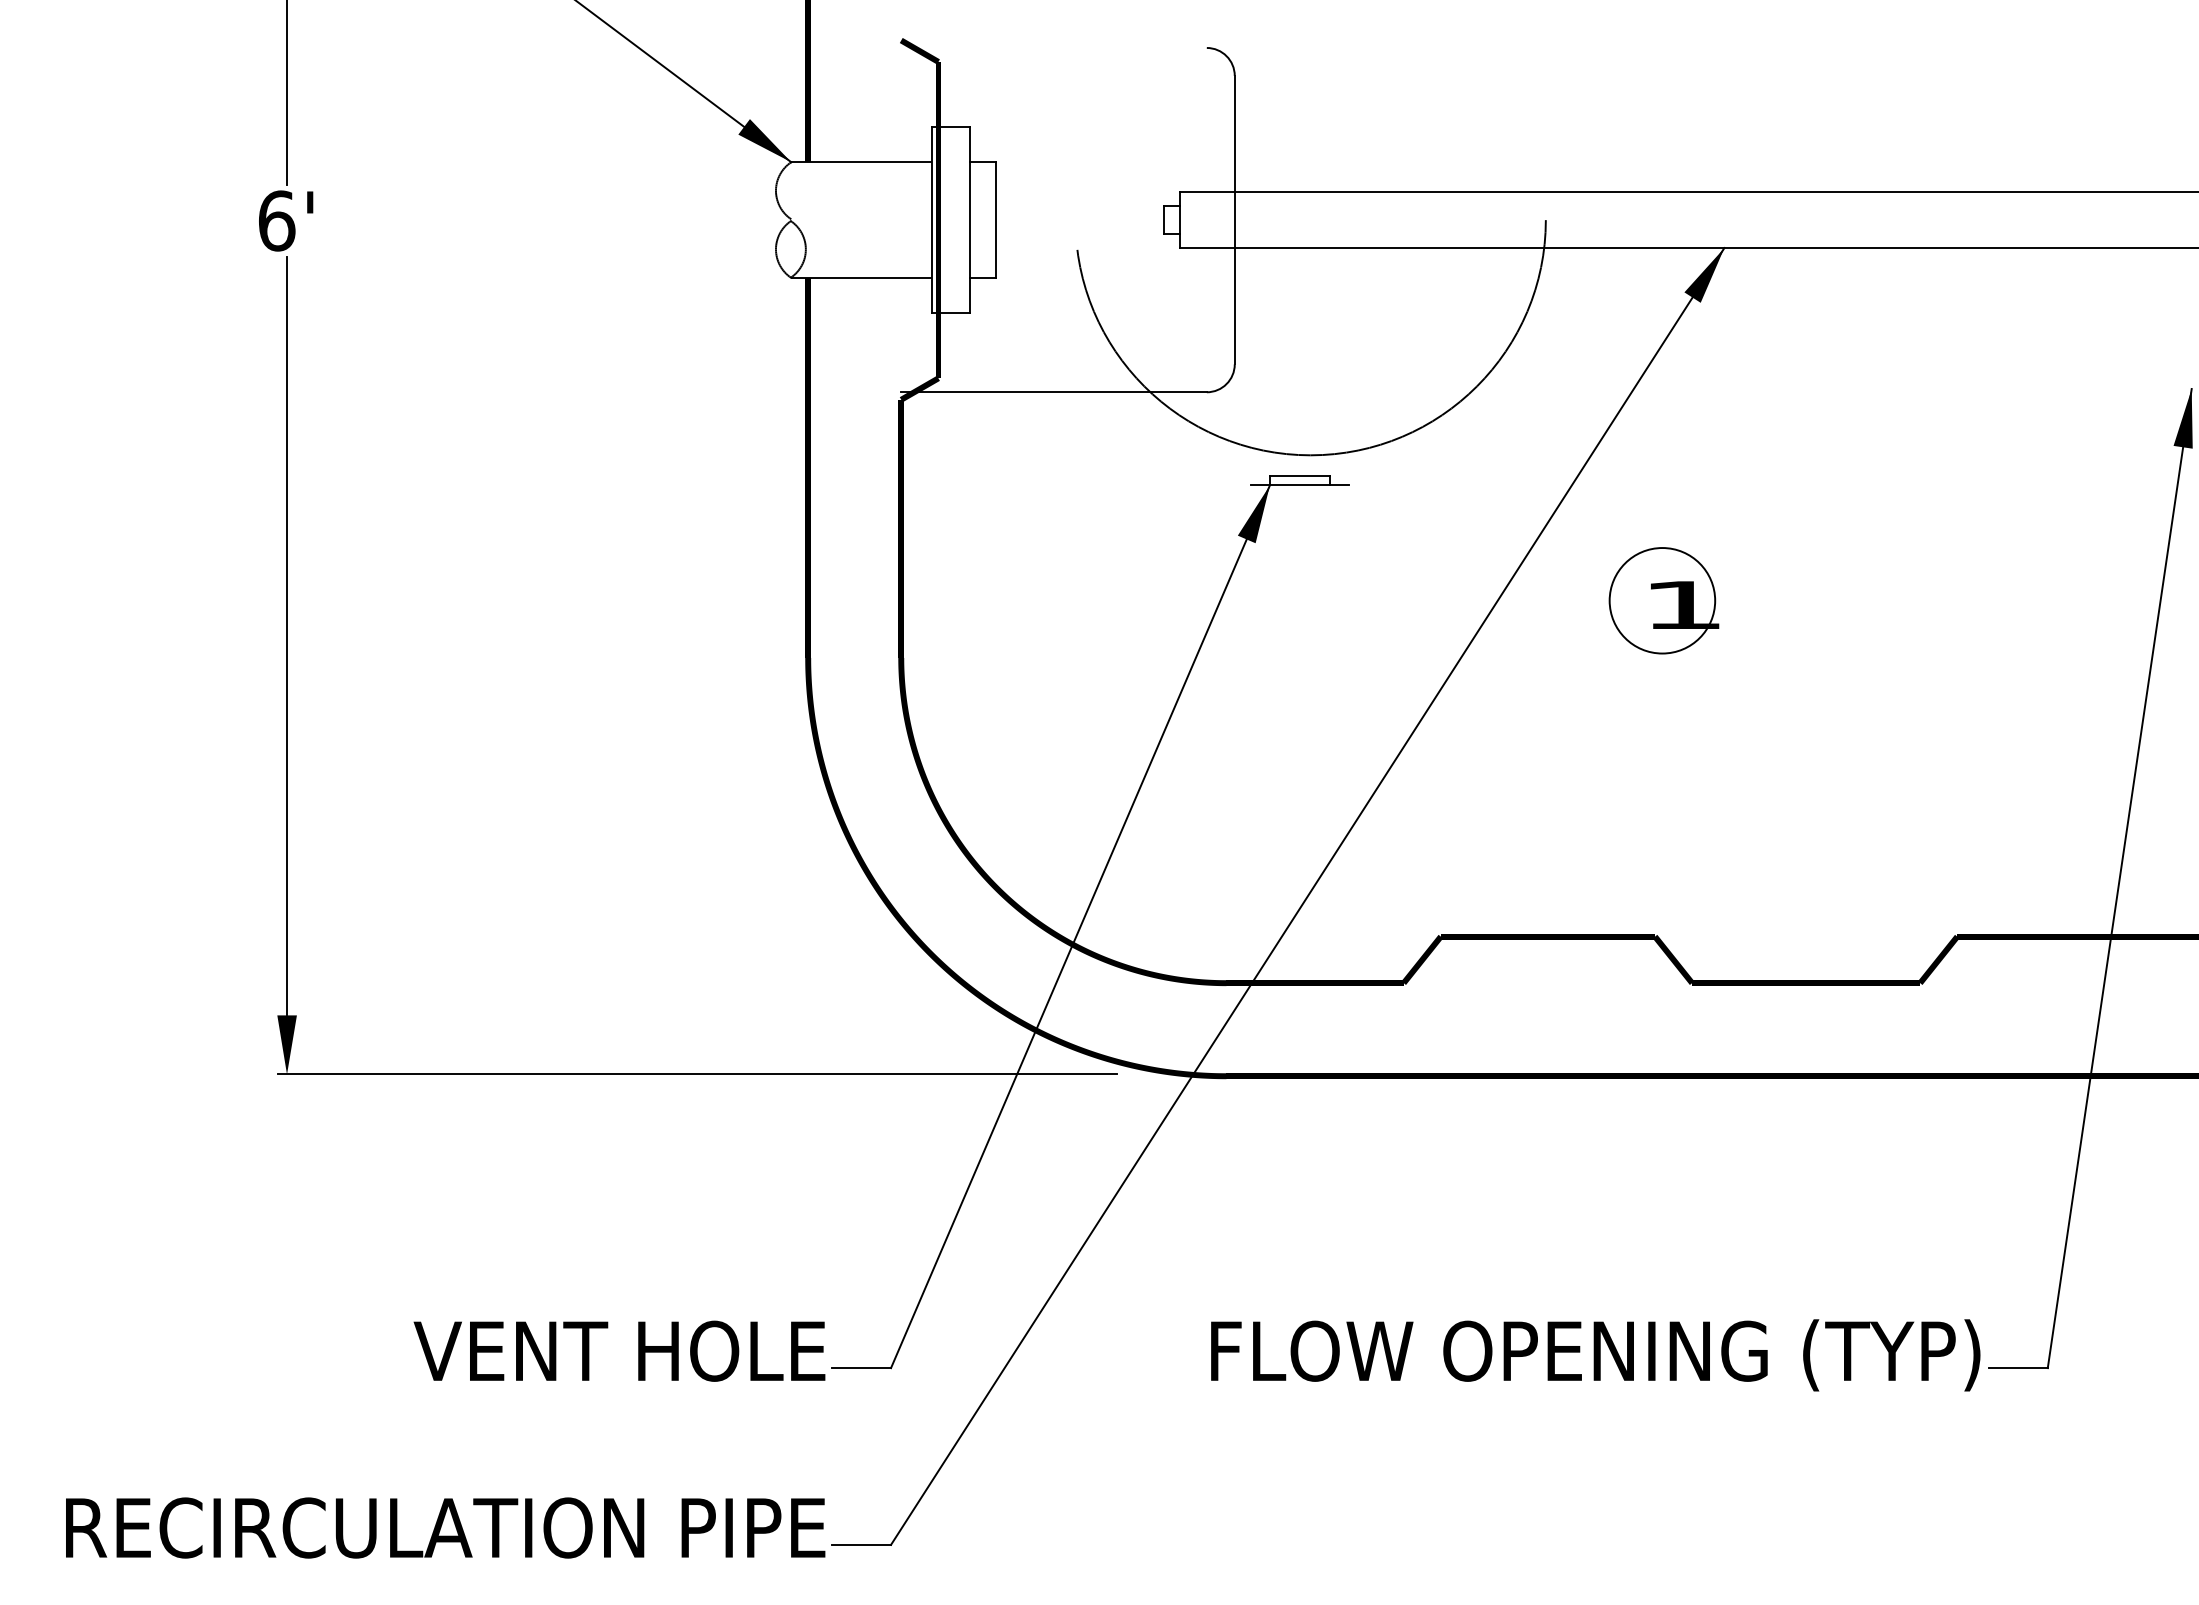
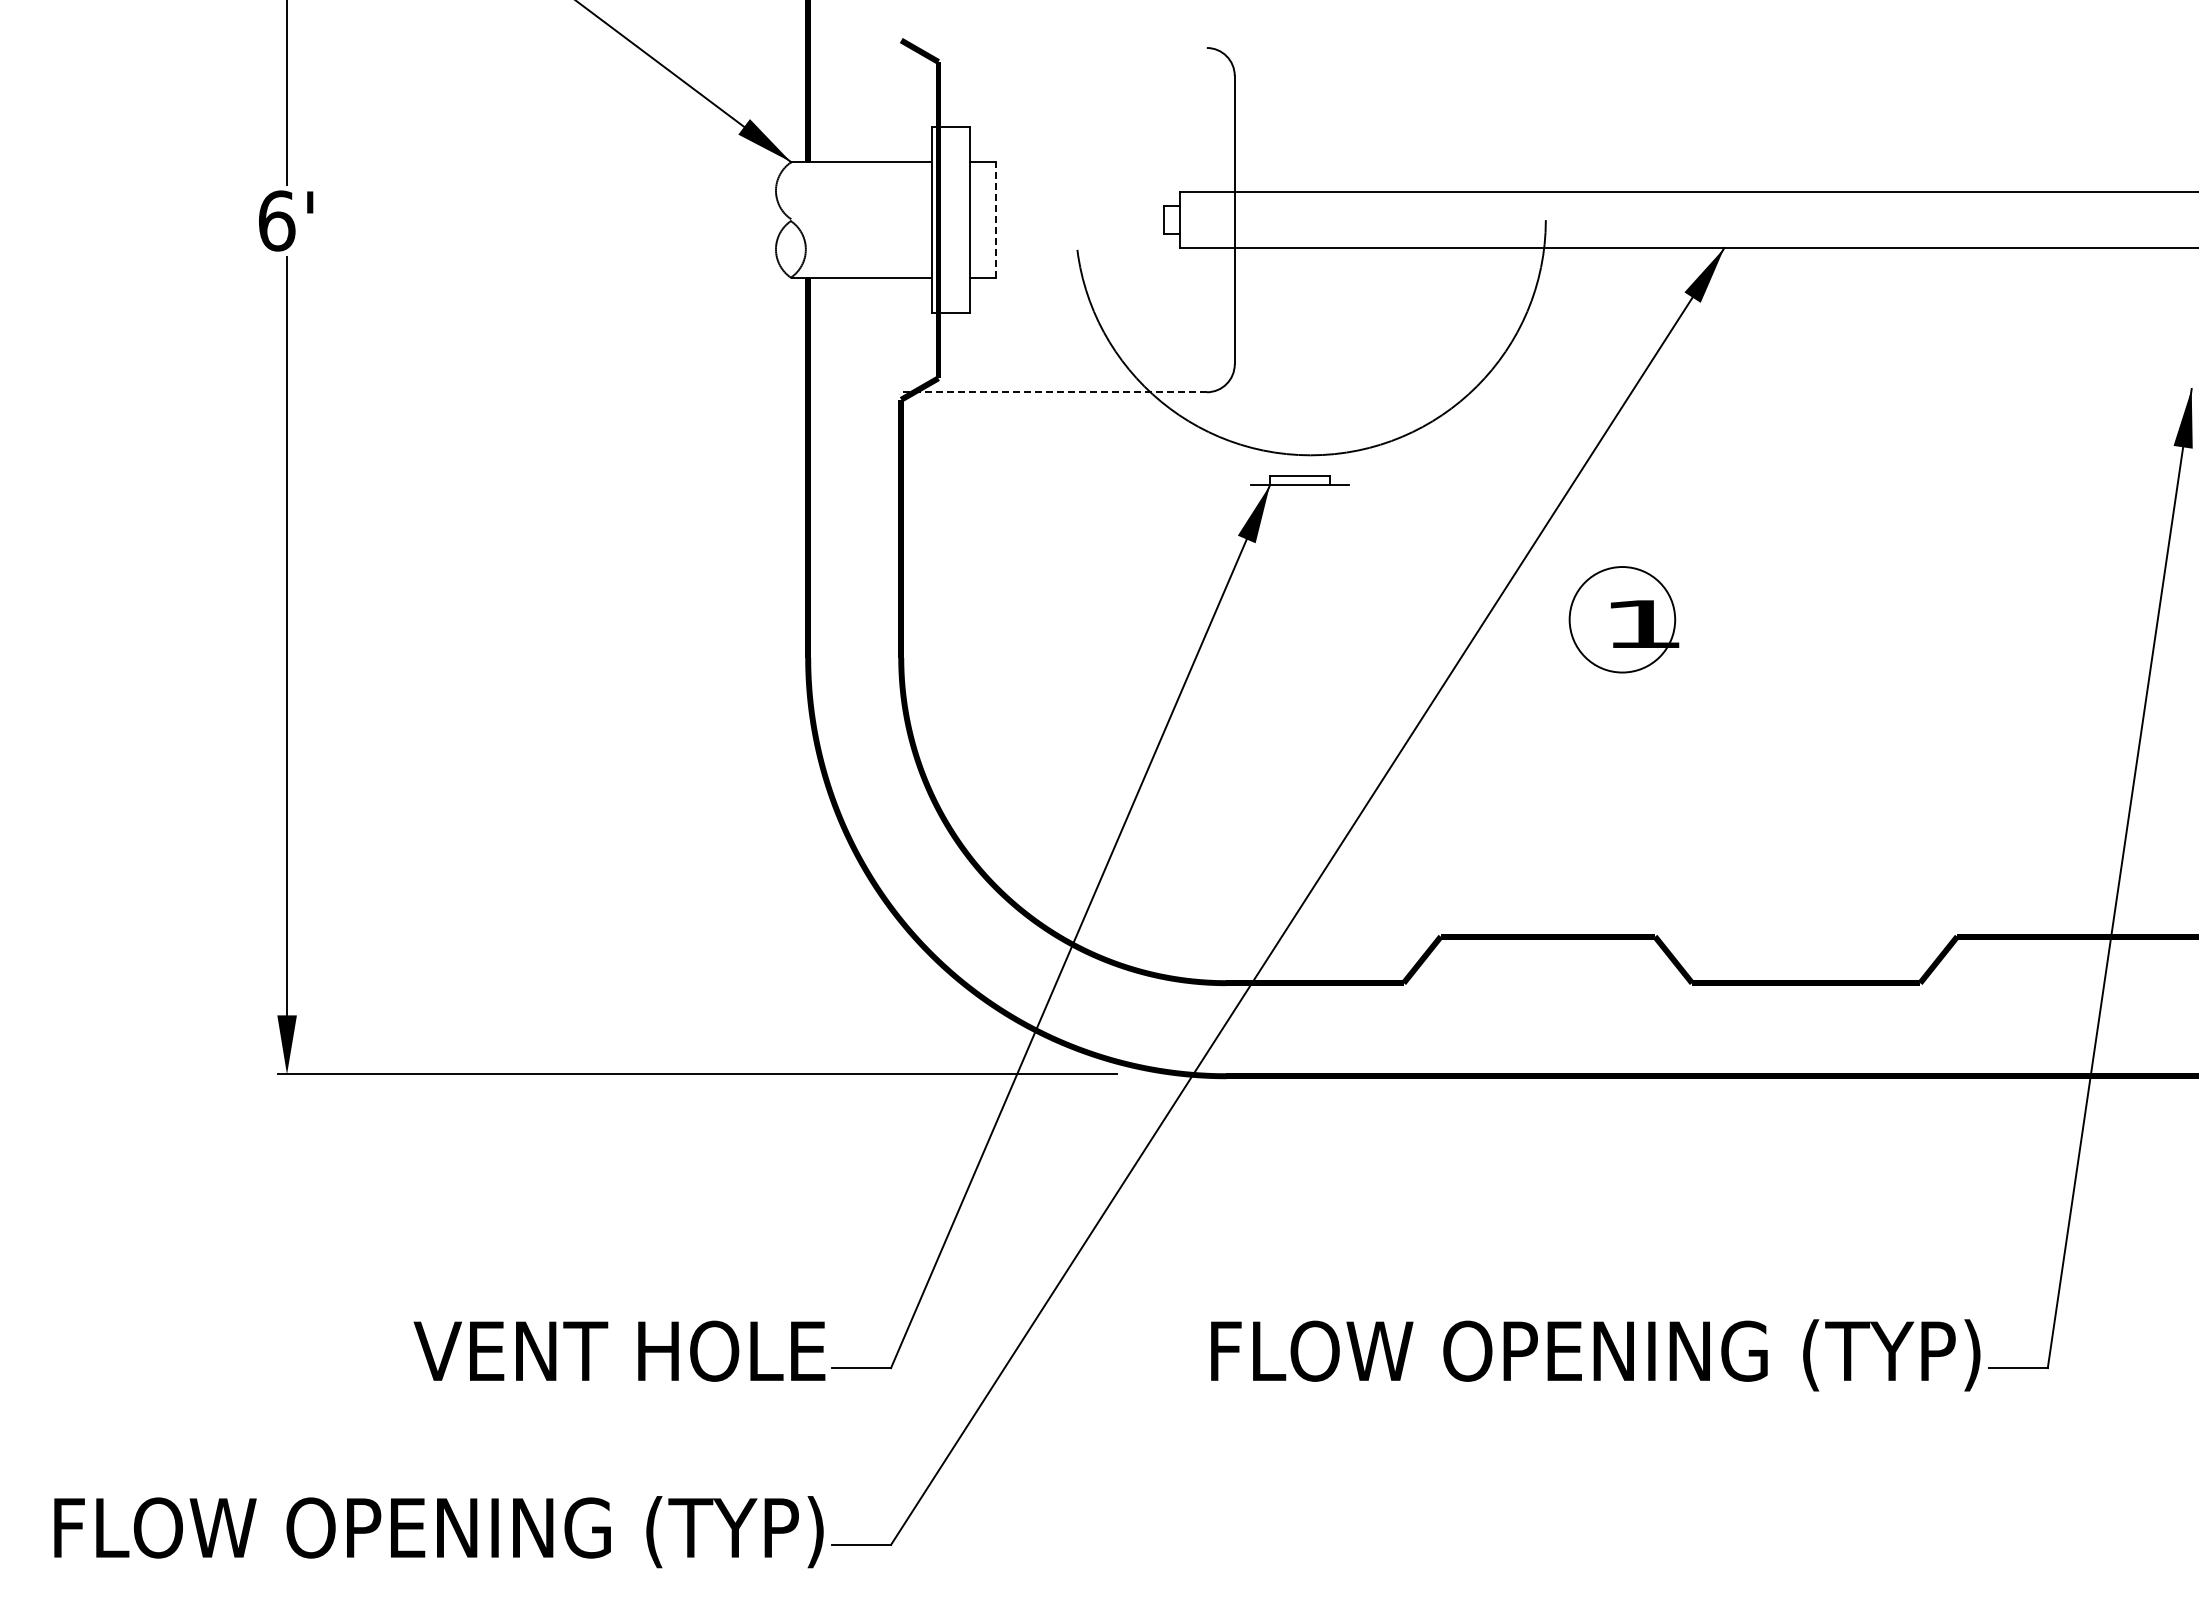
line at (995, 220): solid -> dashed
line at (1054, 392): solid -> dashed
part at (1663, 600) position: (1663, 600) -> (1623, 619)
text at (439, 1532): RECIRCULATION PIPE -> FLOW OPENING (TYP)
